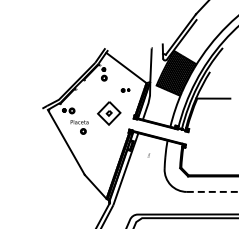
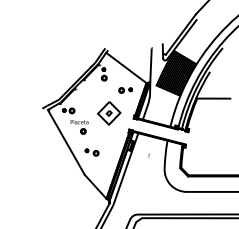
part at (125, 90) size: 11x5 px -> 15x7 px
part at (91, 152): none -> present
line at (212, 191): dashed -> solid
